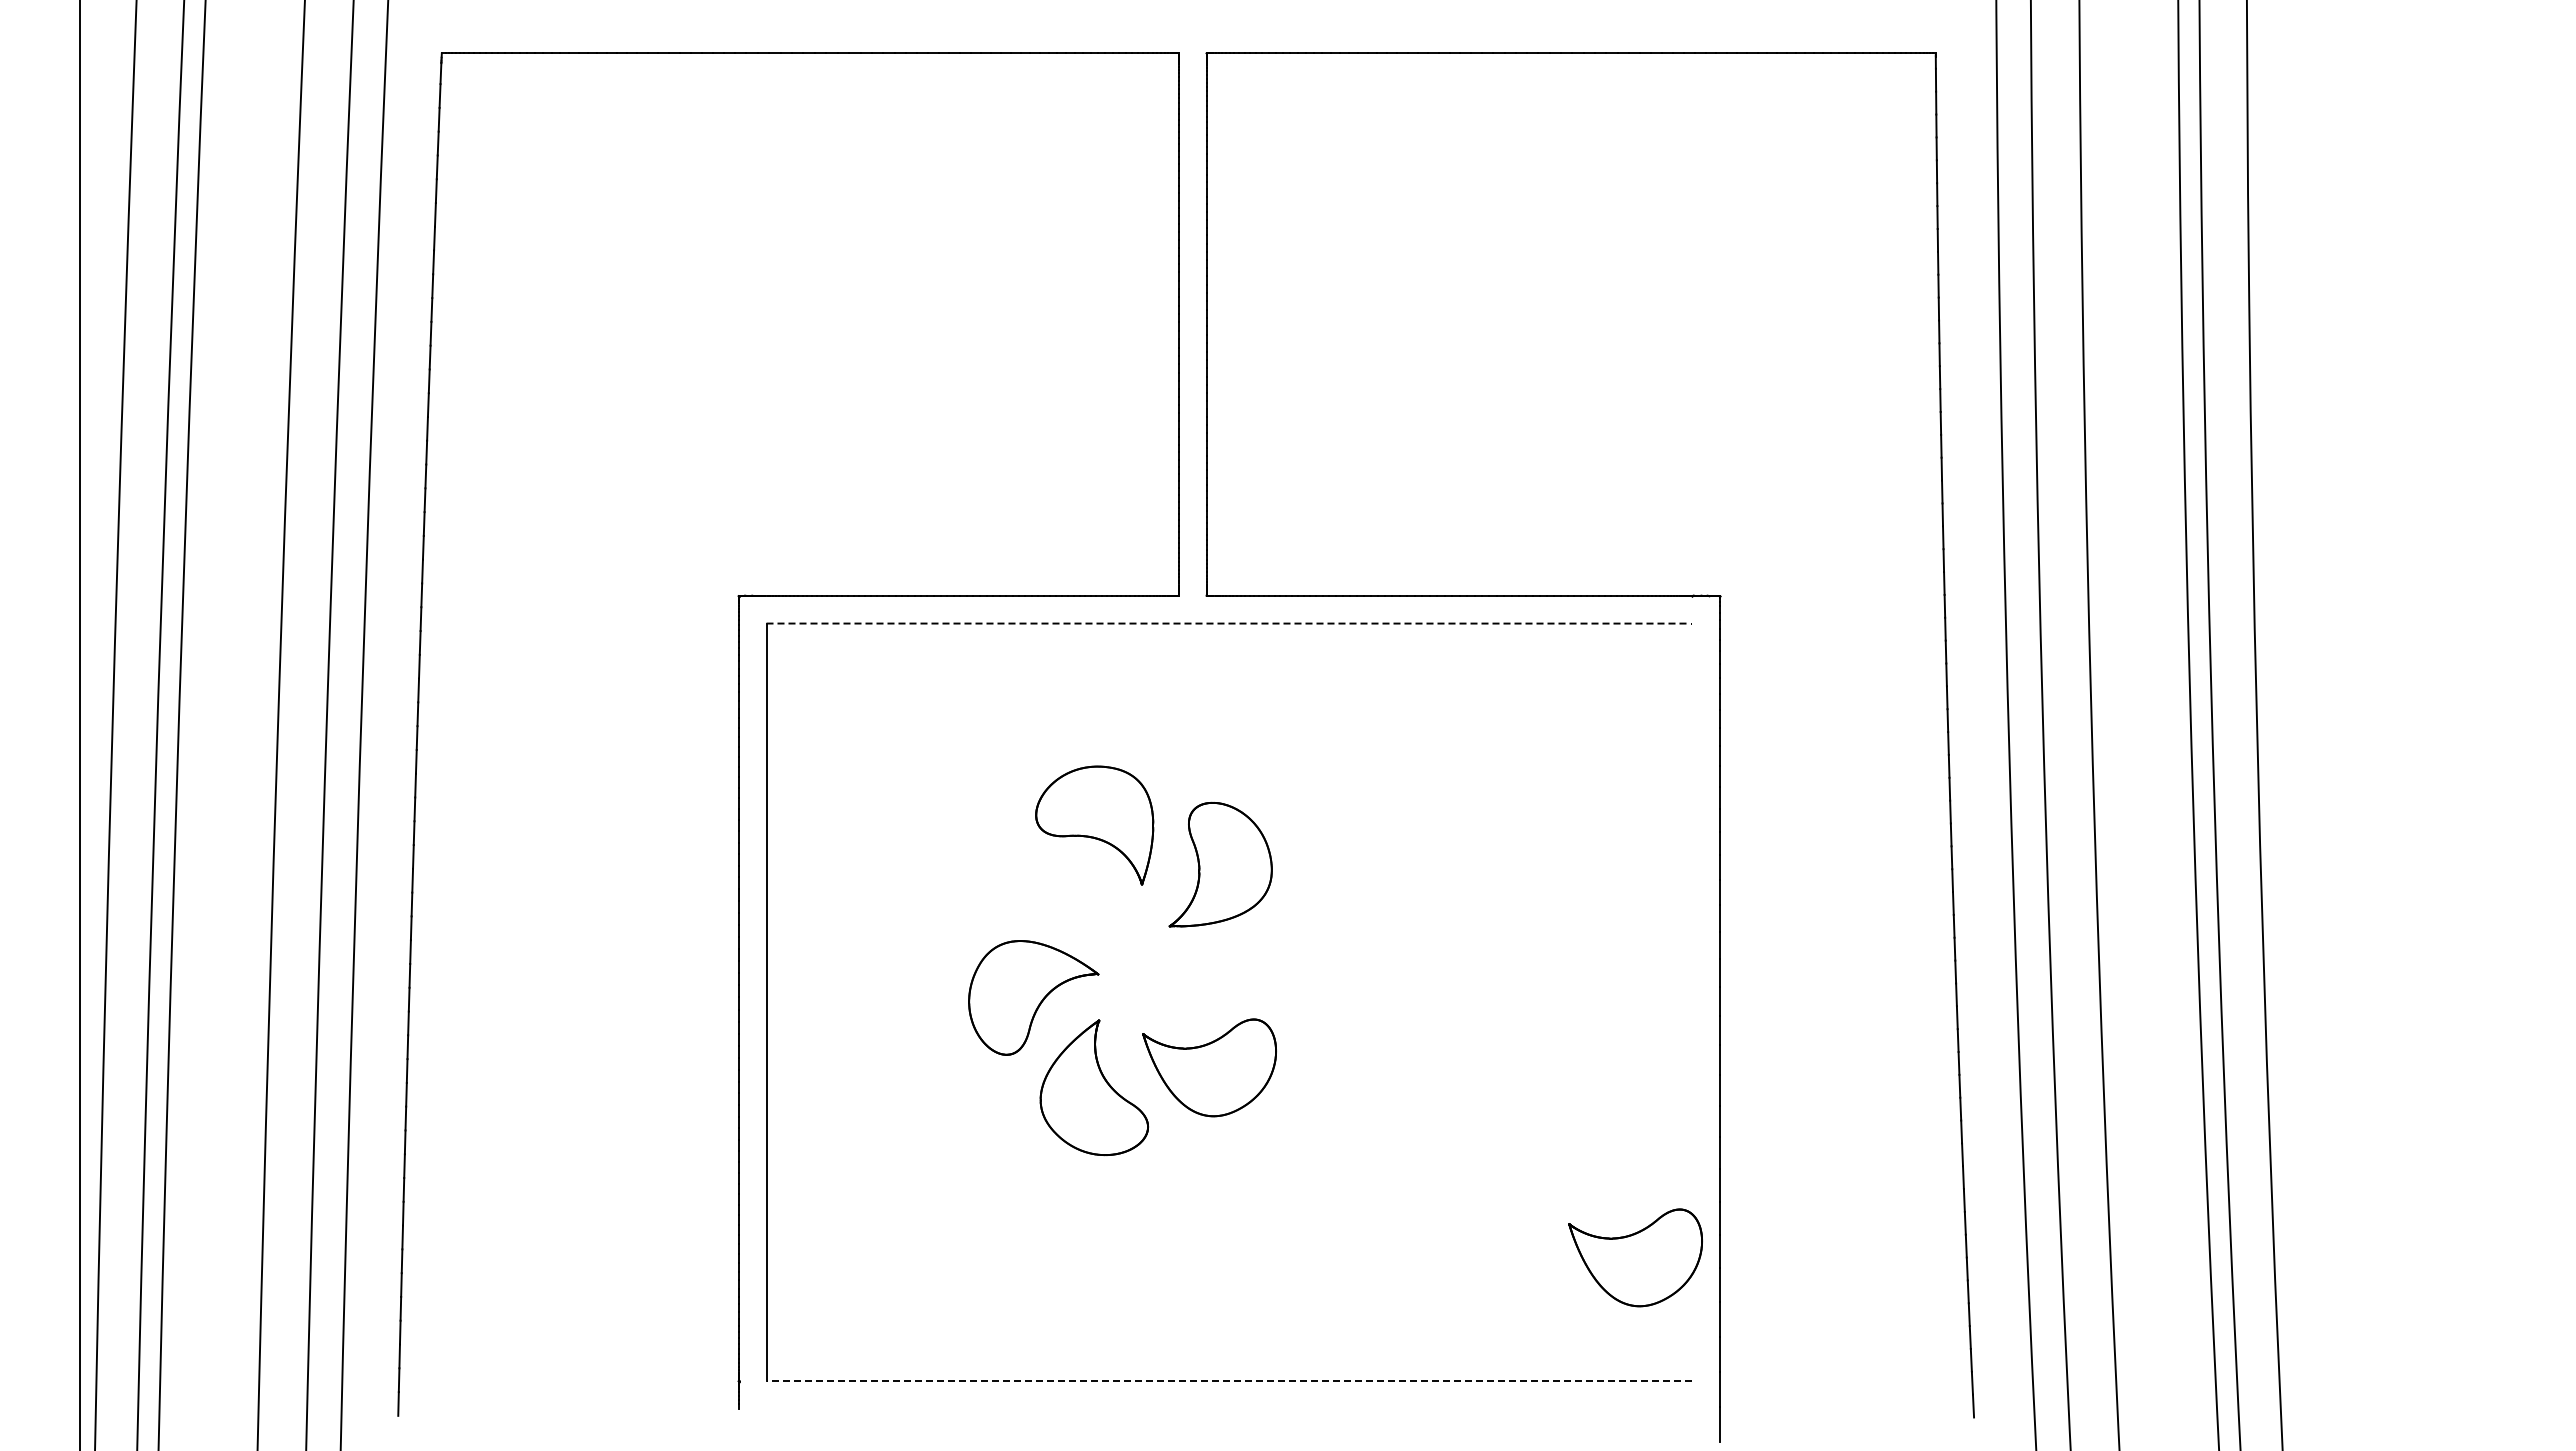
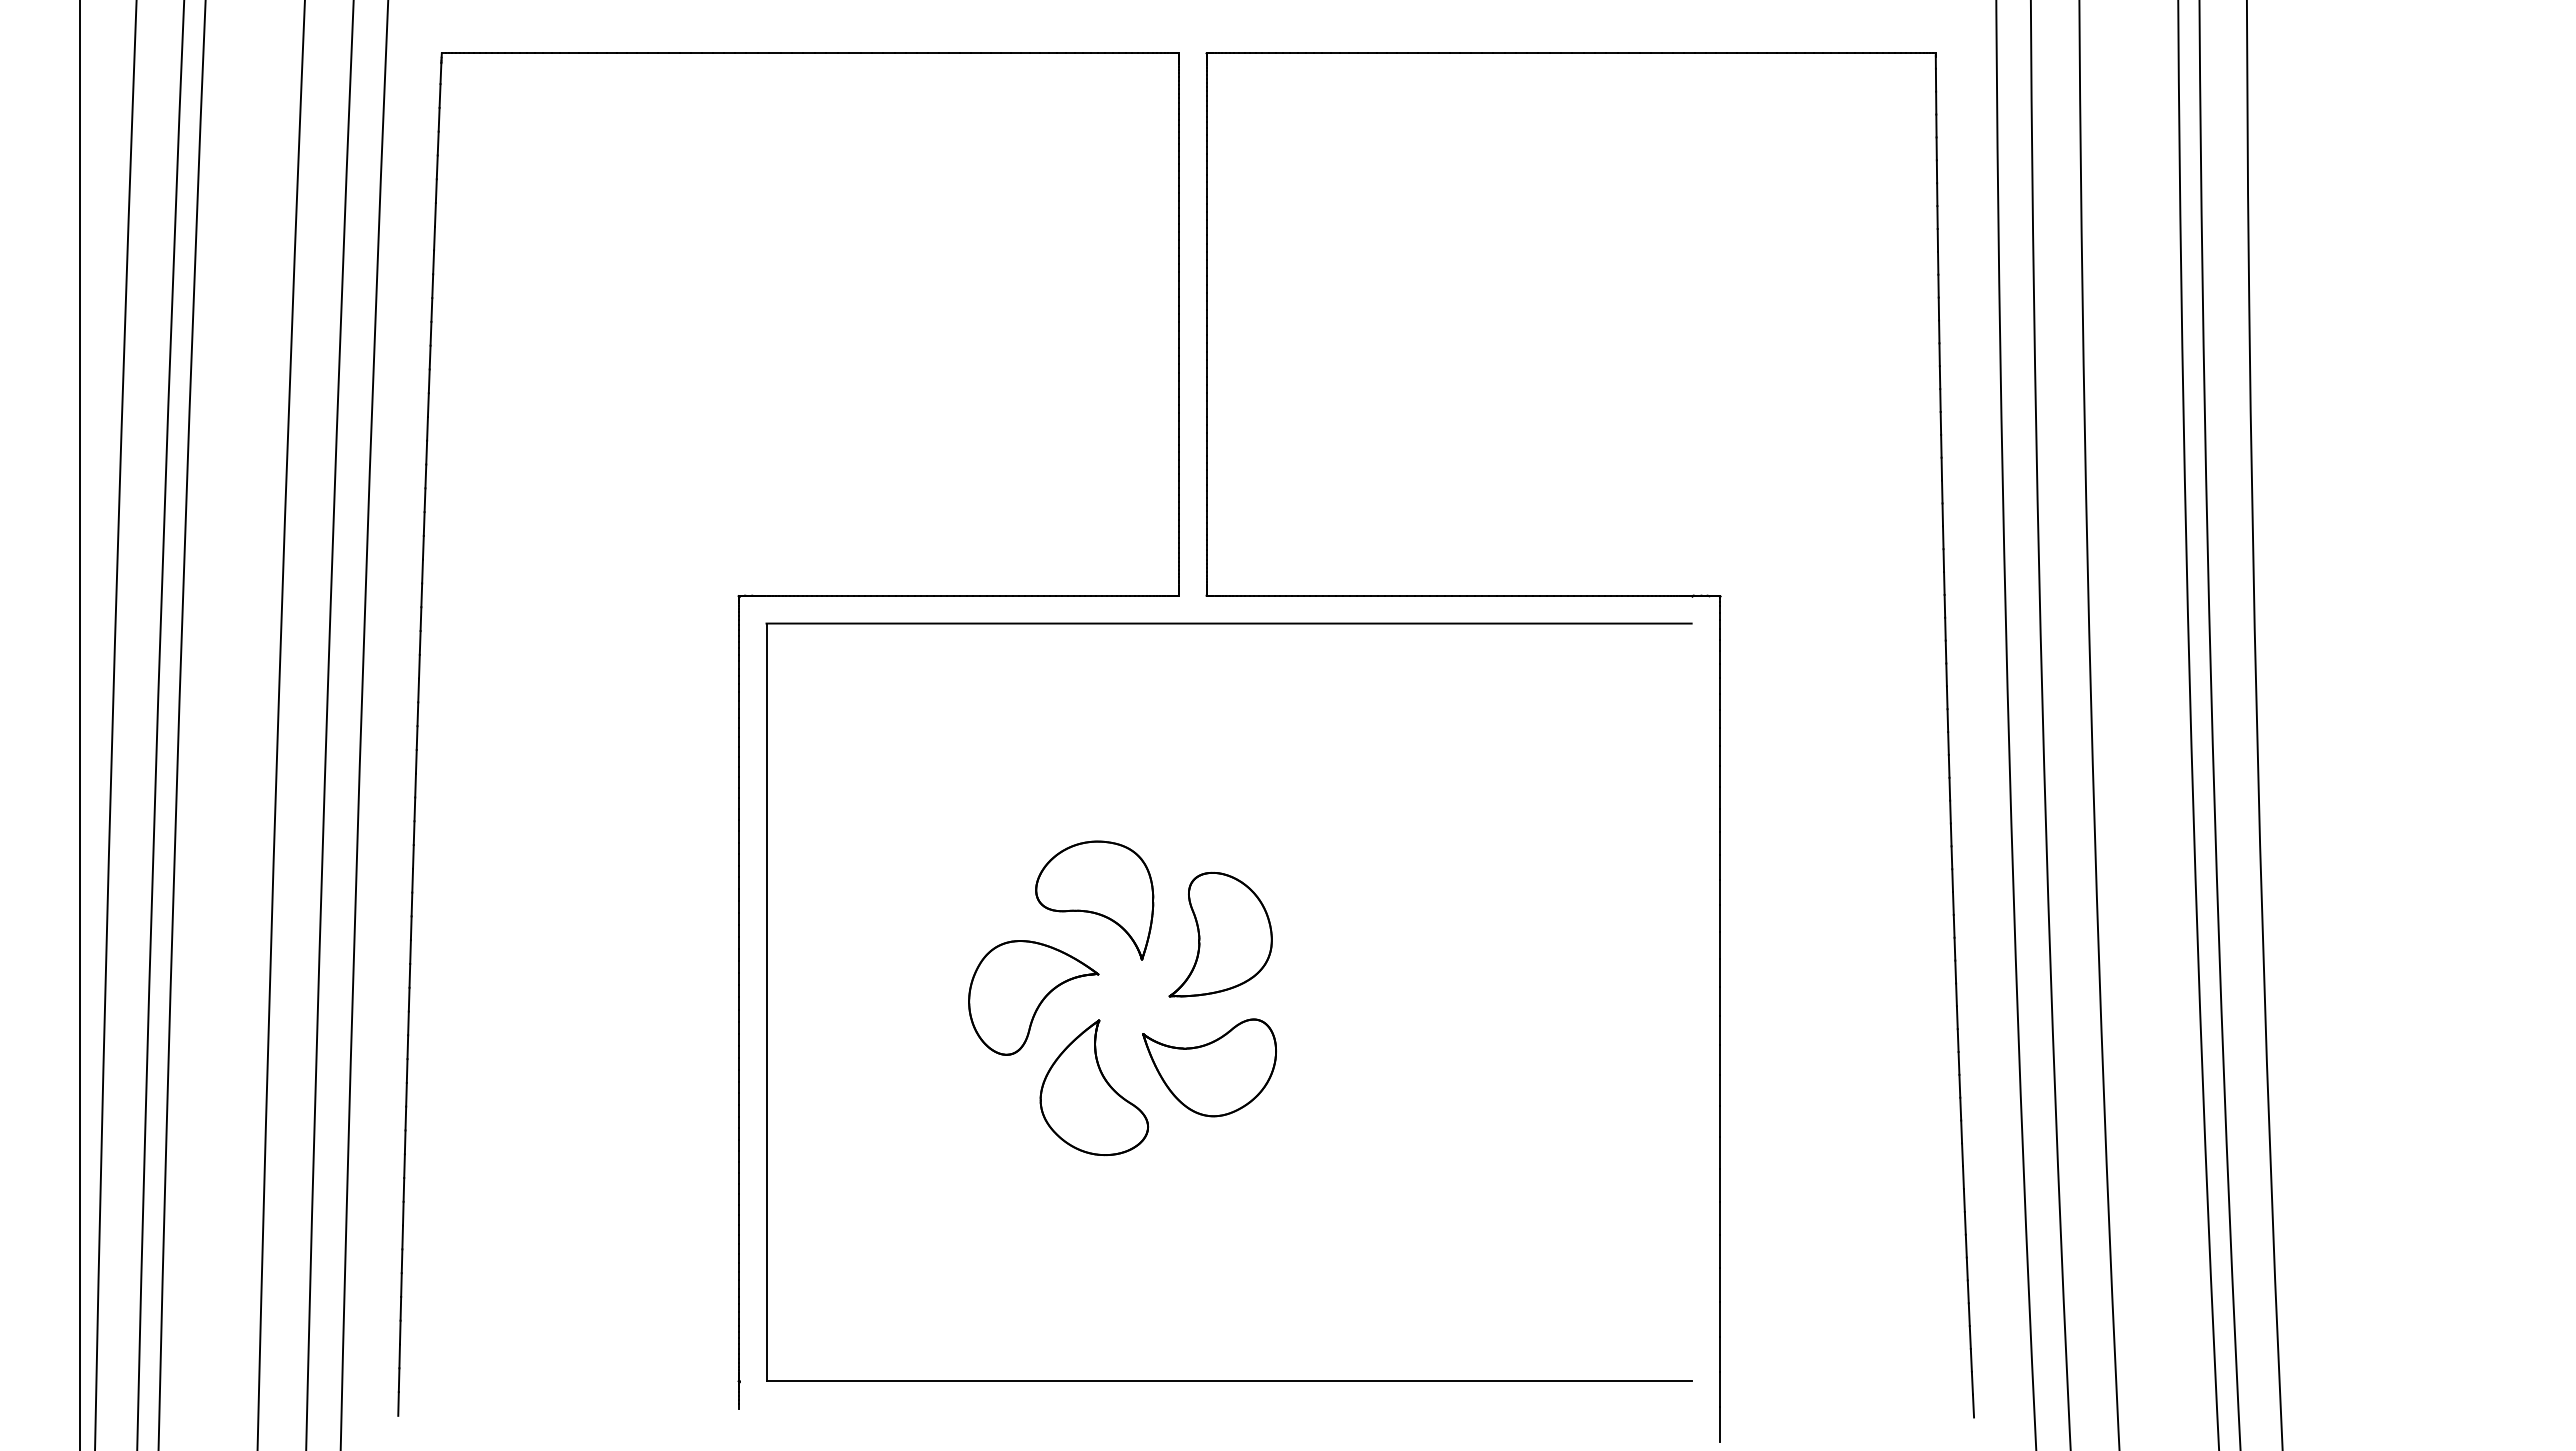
line at (1229, 623): dashed -> solid
part at (1094, 825) position: (1094, 825) -> (1094, 900)
part at (1220, 864) position: (1220, 864) -> (1220, 934)
part at (1635, 1257): present -> none
line at (1229, 1380): dashed -> solid
